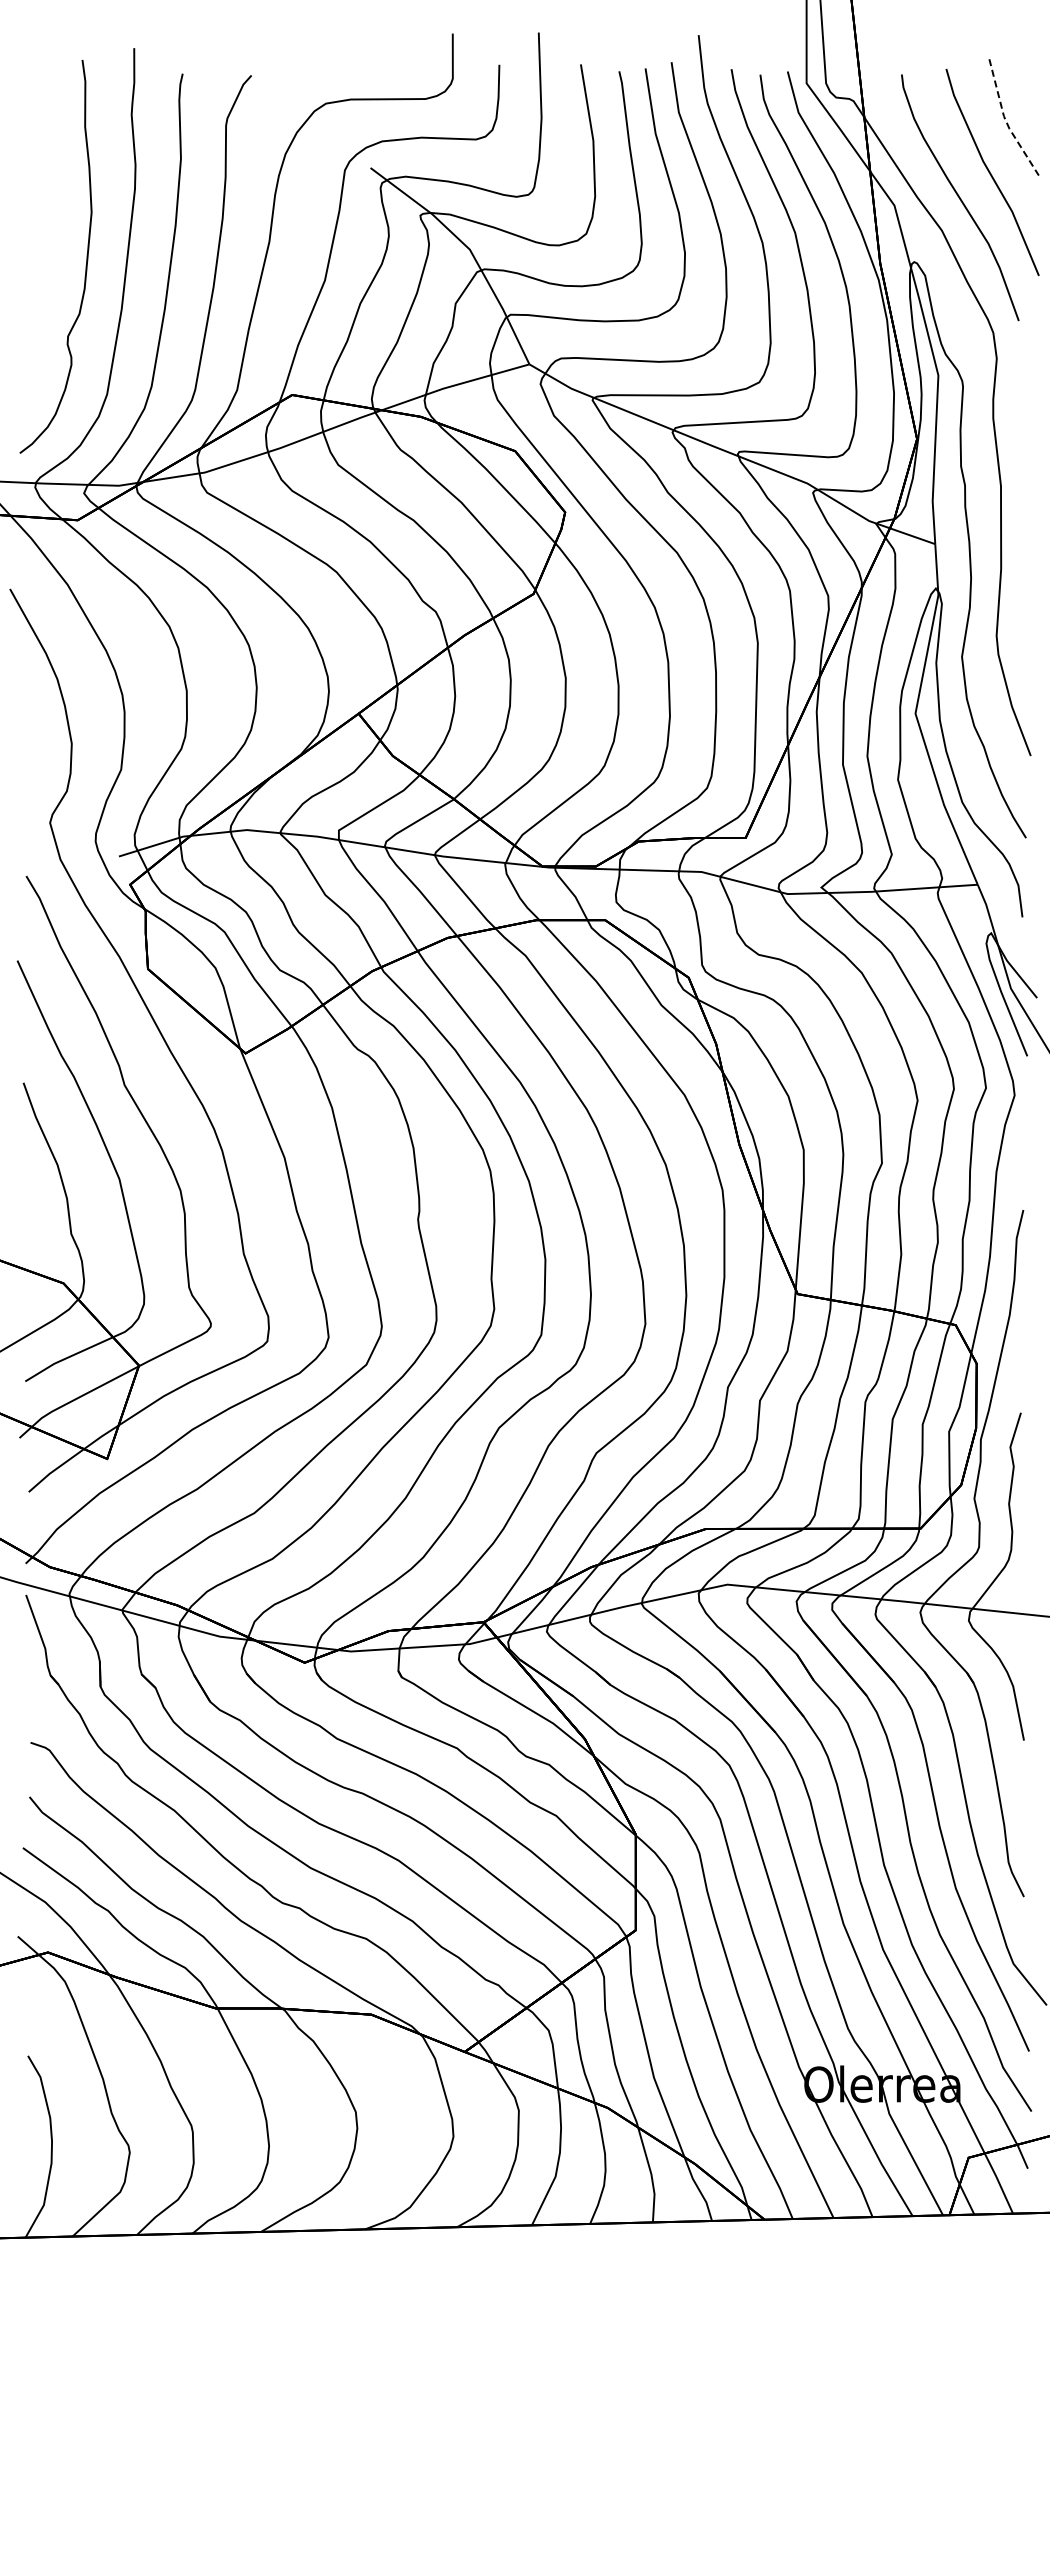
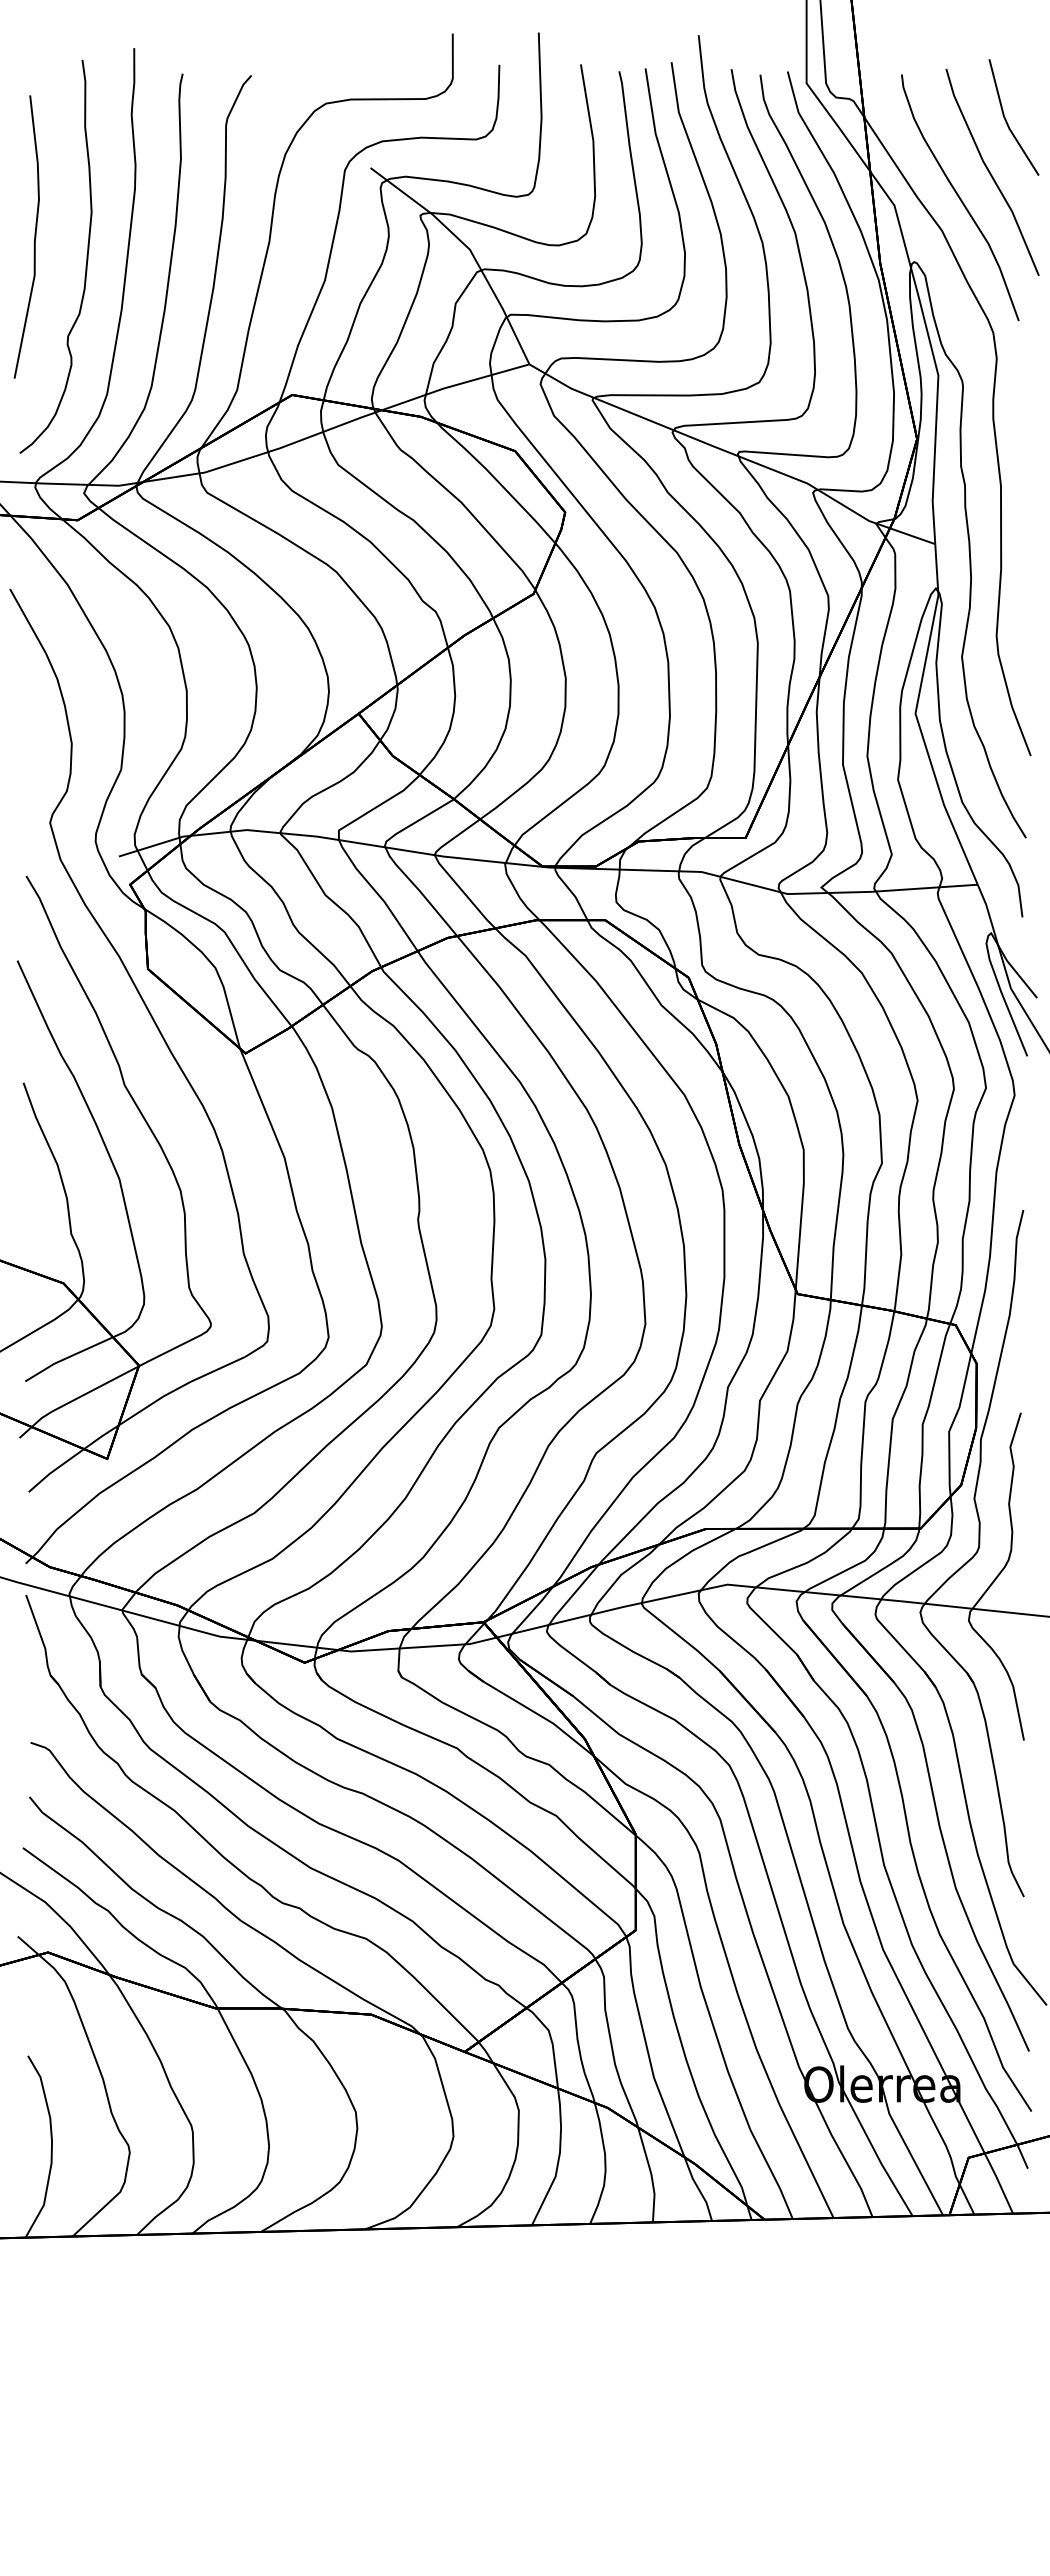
line at (1006, 121): dashed -> solid
curve at (34, 236): none -> present
